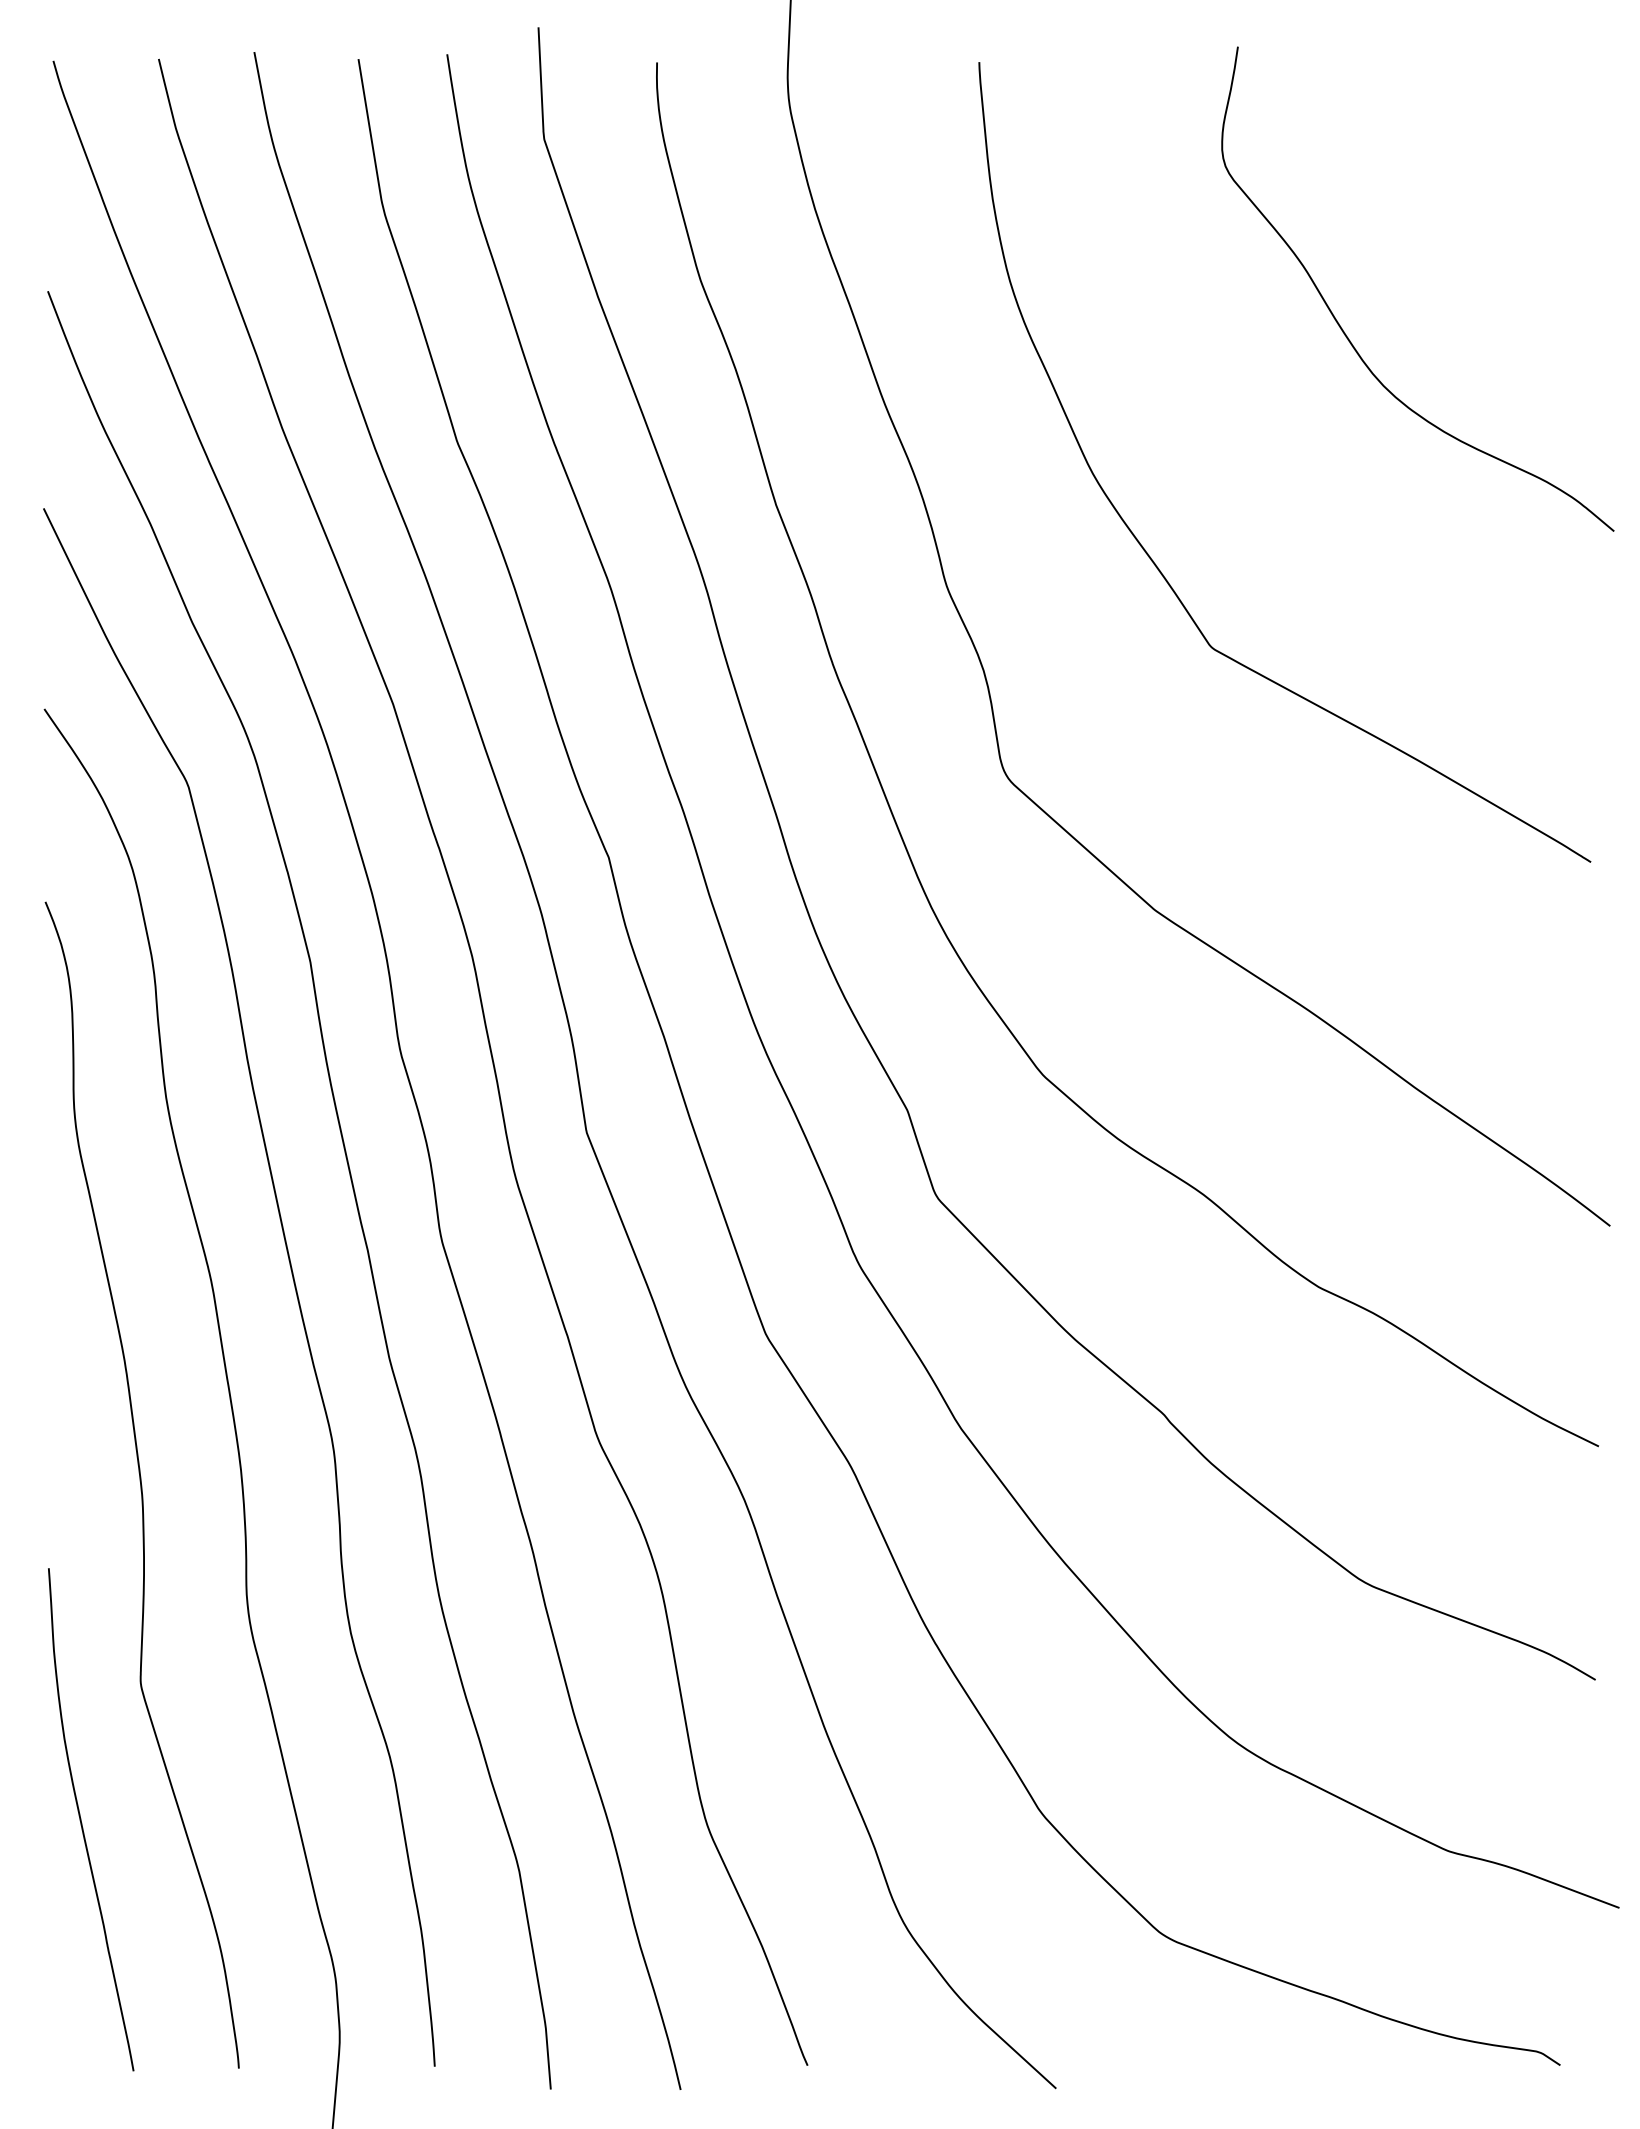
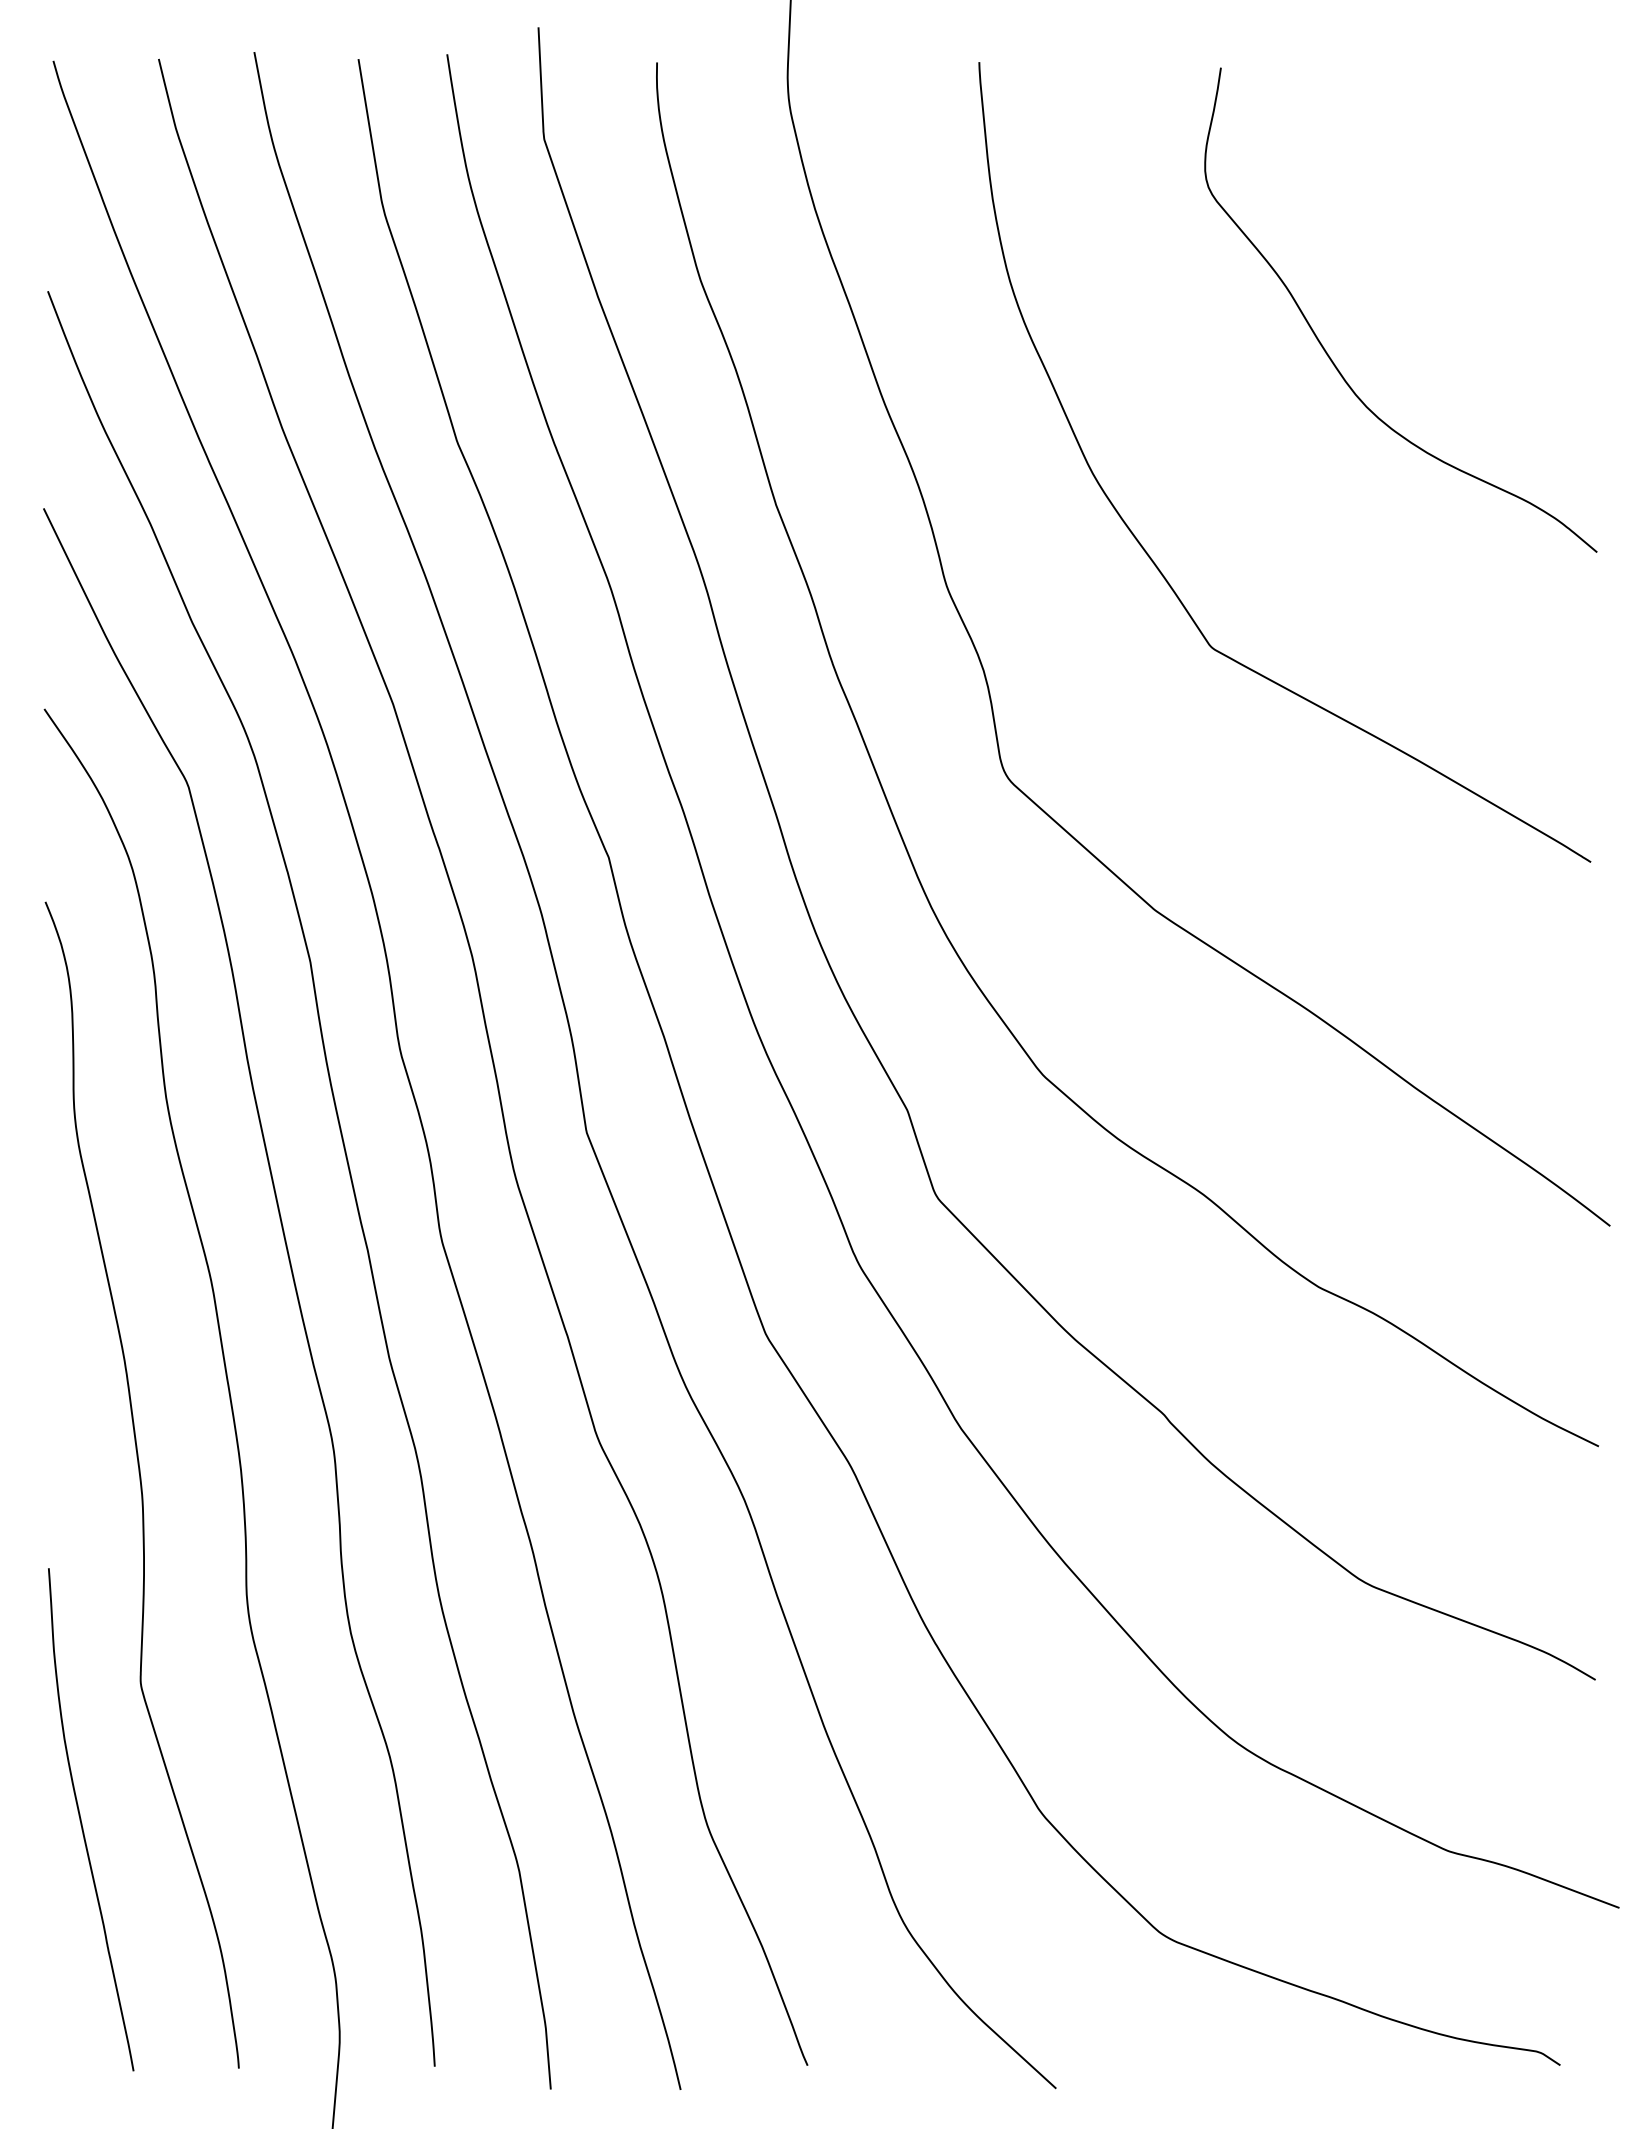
curve at (1346, 334) position: (1346, 334) -> (1329, 355)
